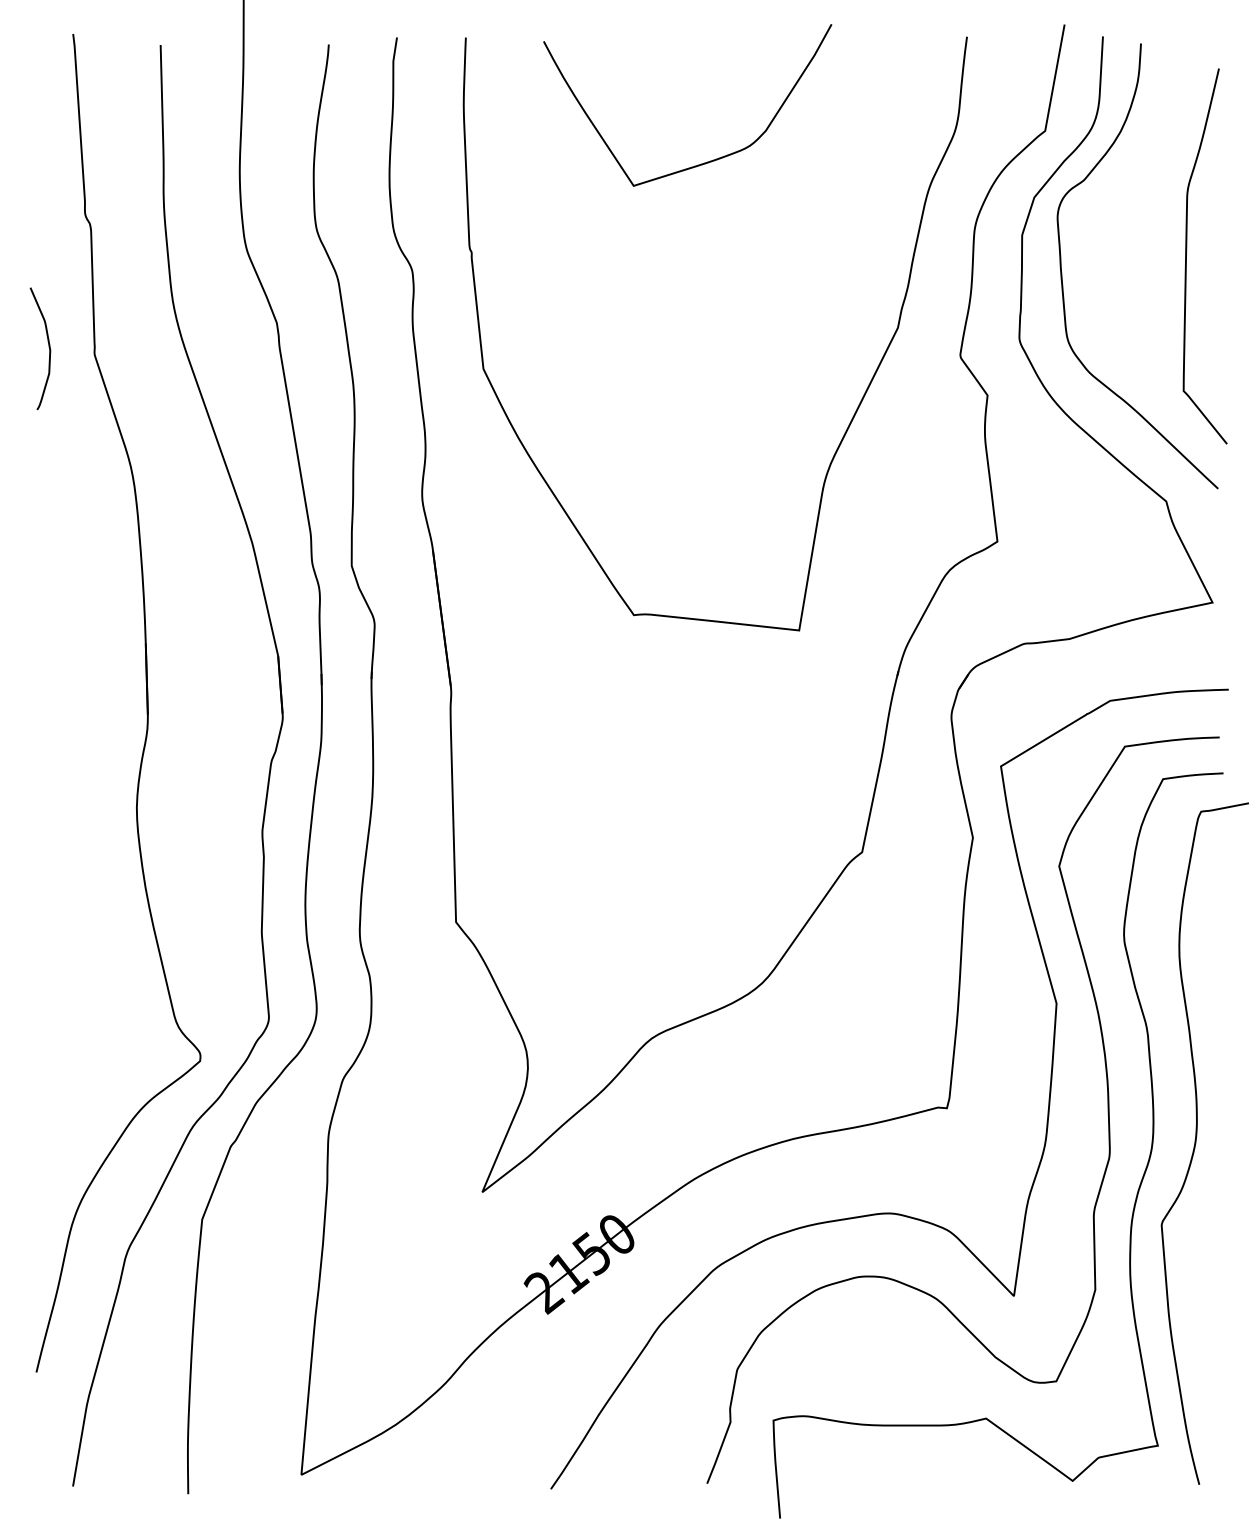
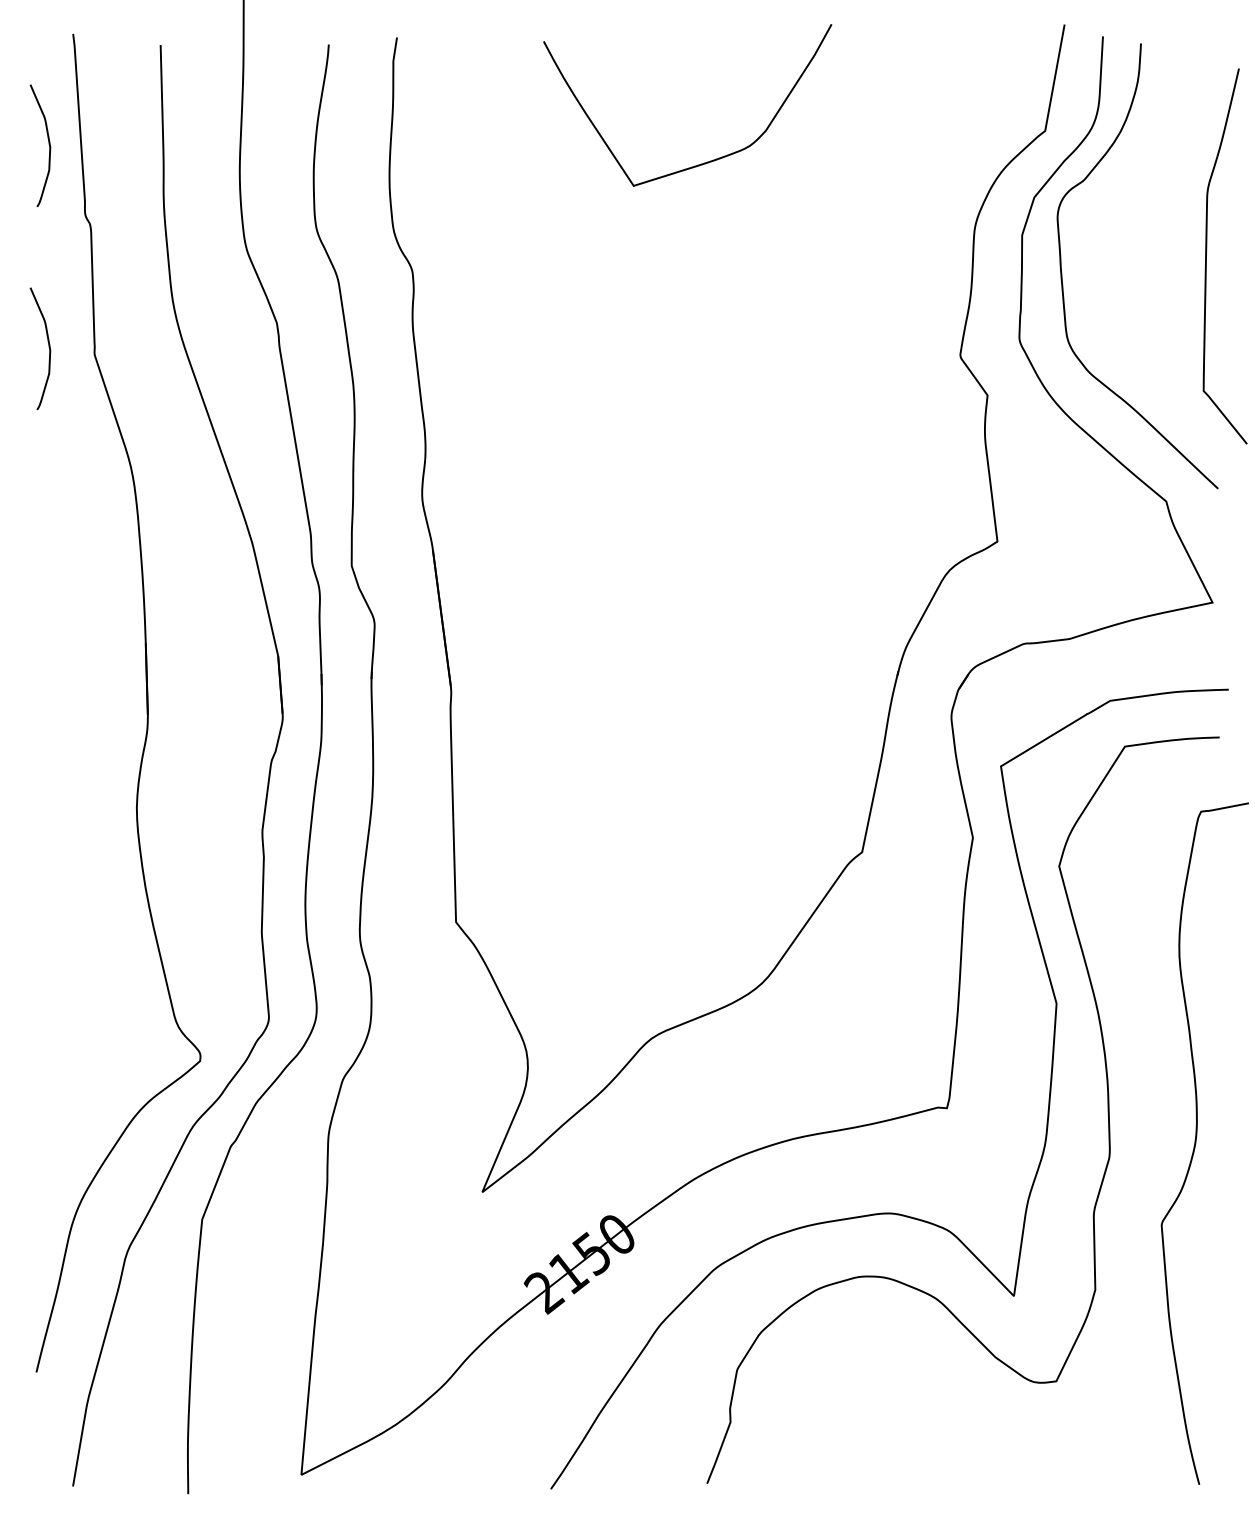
curve at (48, 144): none -> present
curve at (1186, 256) position: (1186, 256) -> (1206, 256)
curve at (858, 404): present -> none
curve at (1137, 1190): present -> none
